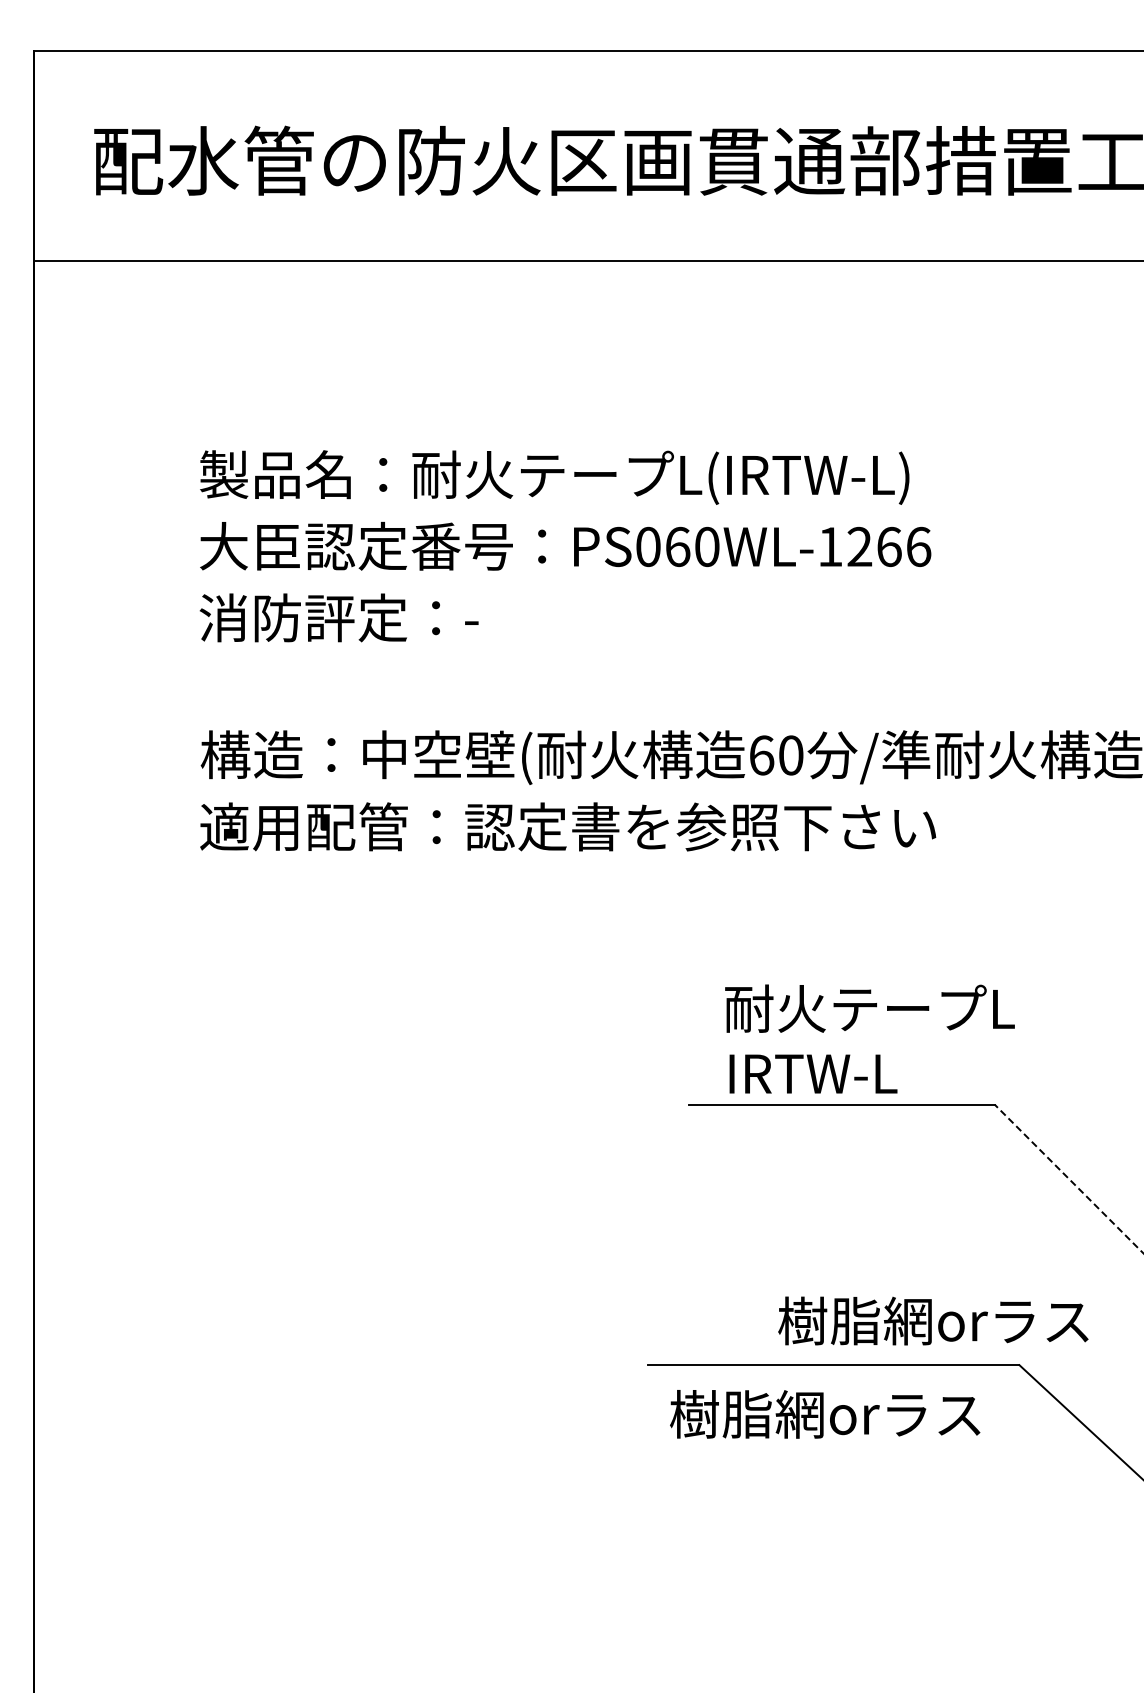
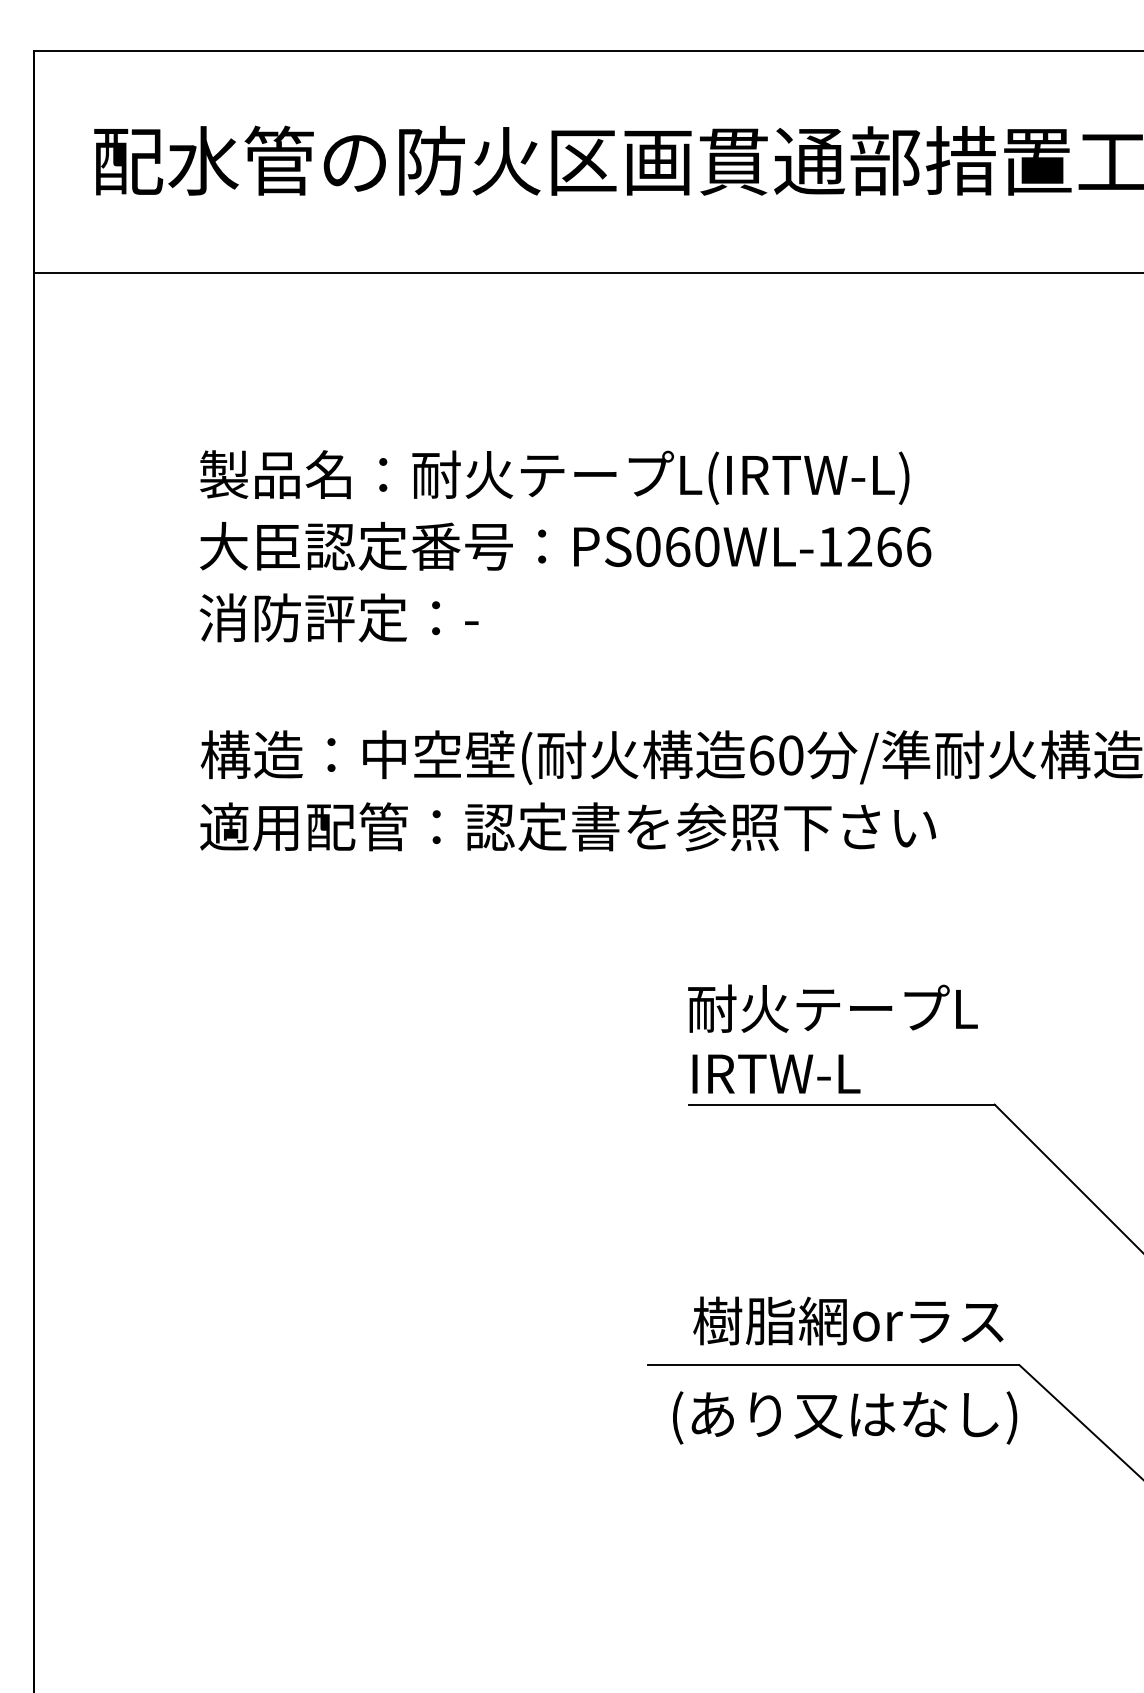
line at (587, 260) position: (587, 260) -> (587, 272)
text at (869, 1038) position: (869, 1038) -> (832, 1038)
line at (1068, 1178): dashed -> solid
text at (933, 1320) position: (933, 1320) -> (848, 1320)
text at (843, 1417): 樹脂網orラス -> (あり又はなし)
